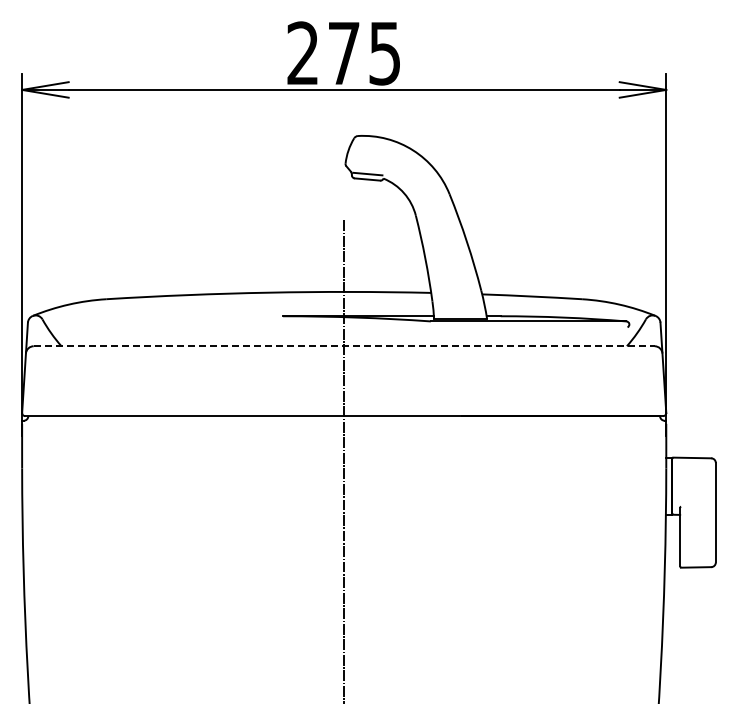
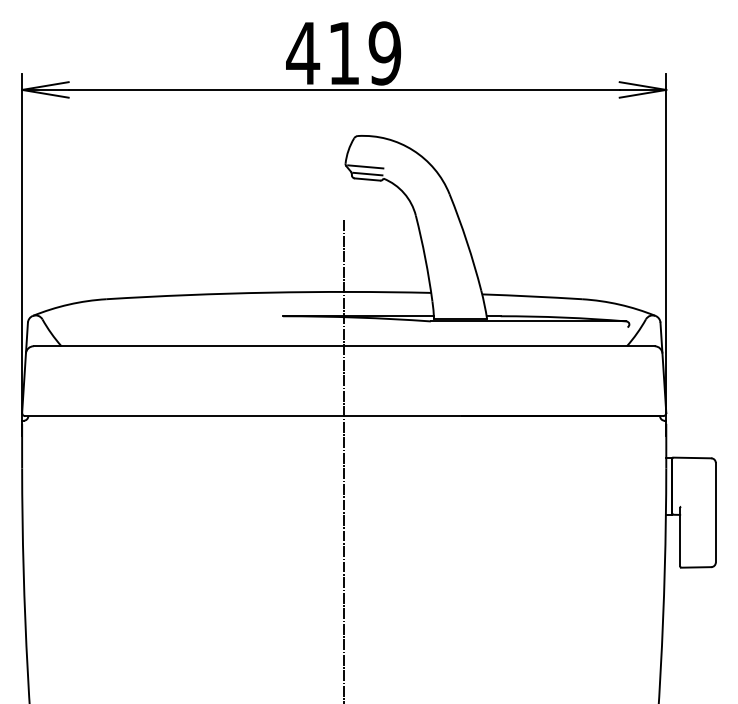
text at (343, 53): 275 -> 419
line at (365, 166): none -> present
line at (344, 346): dashed -> solid
